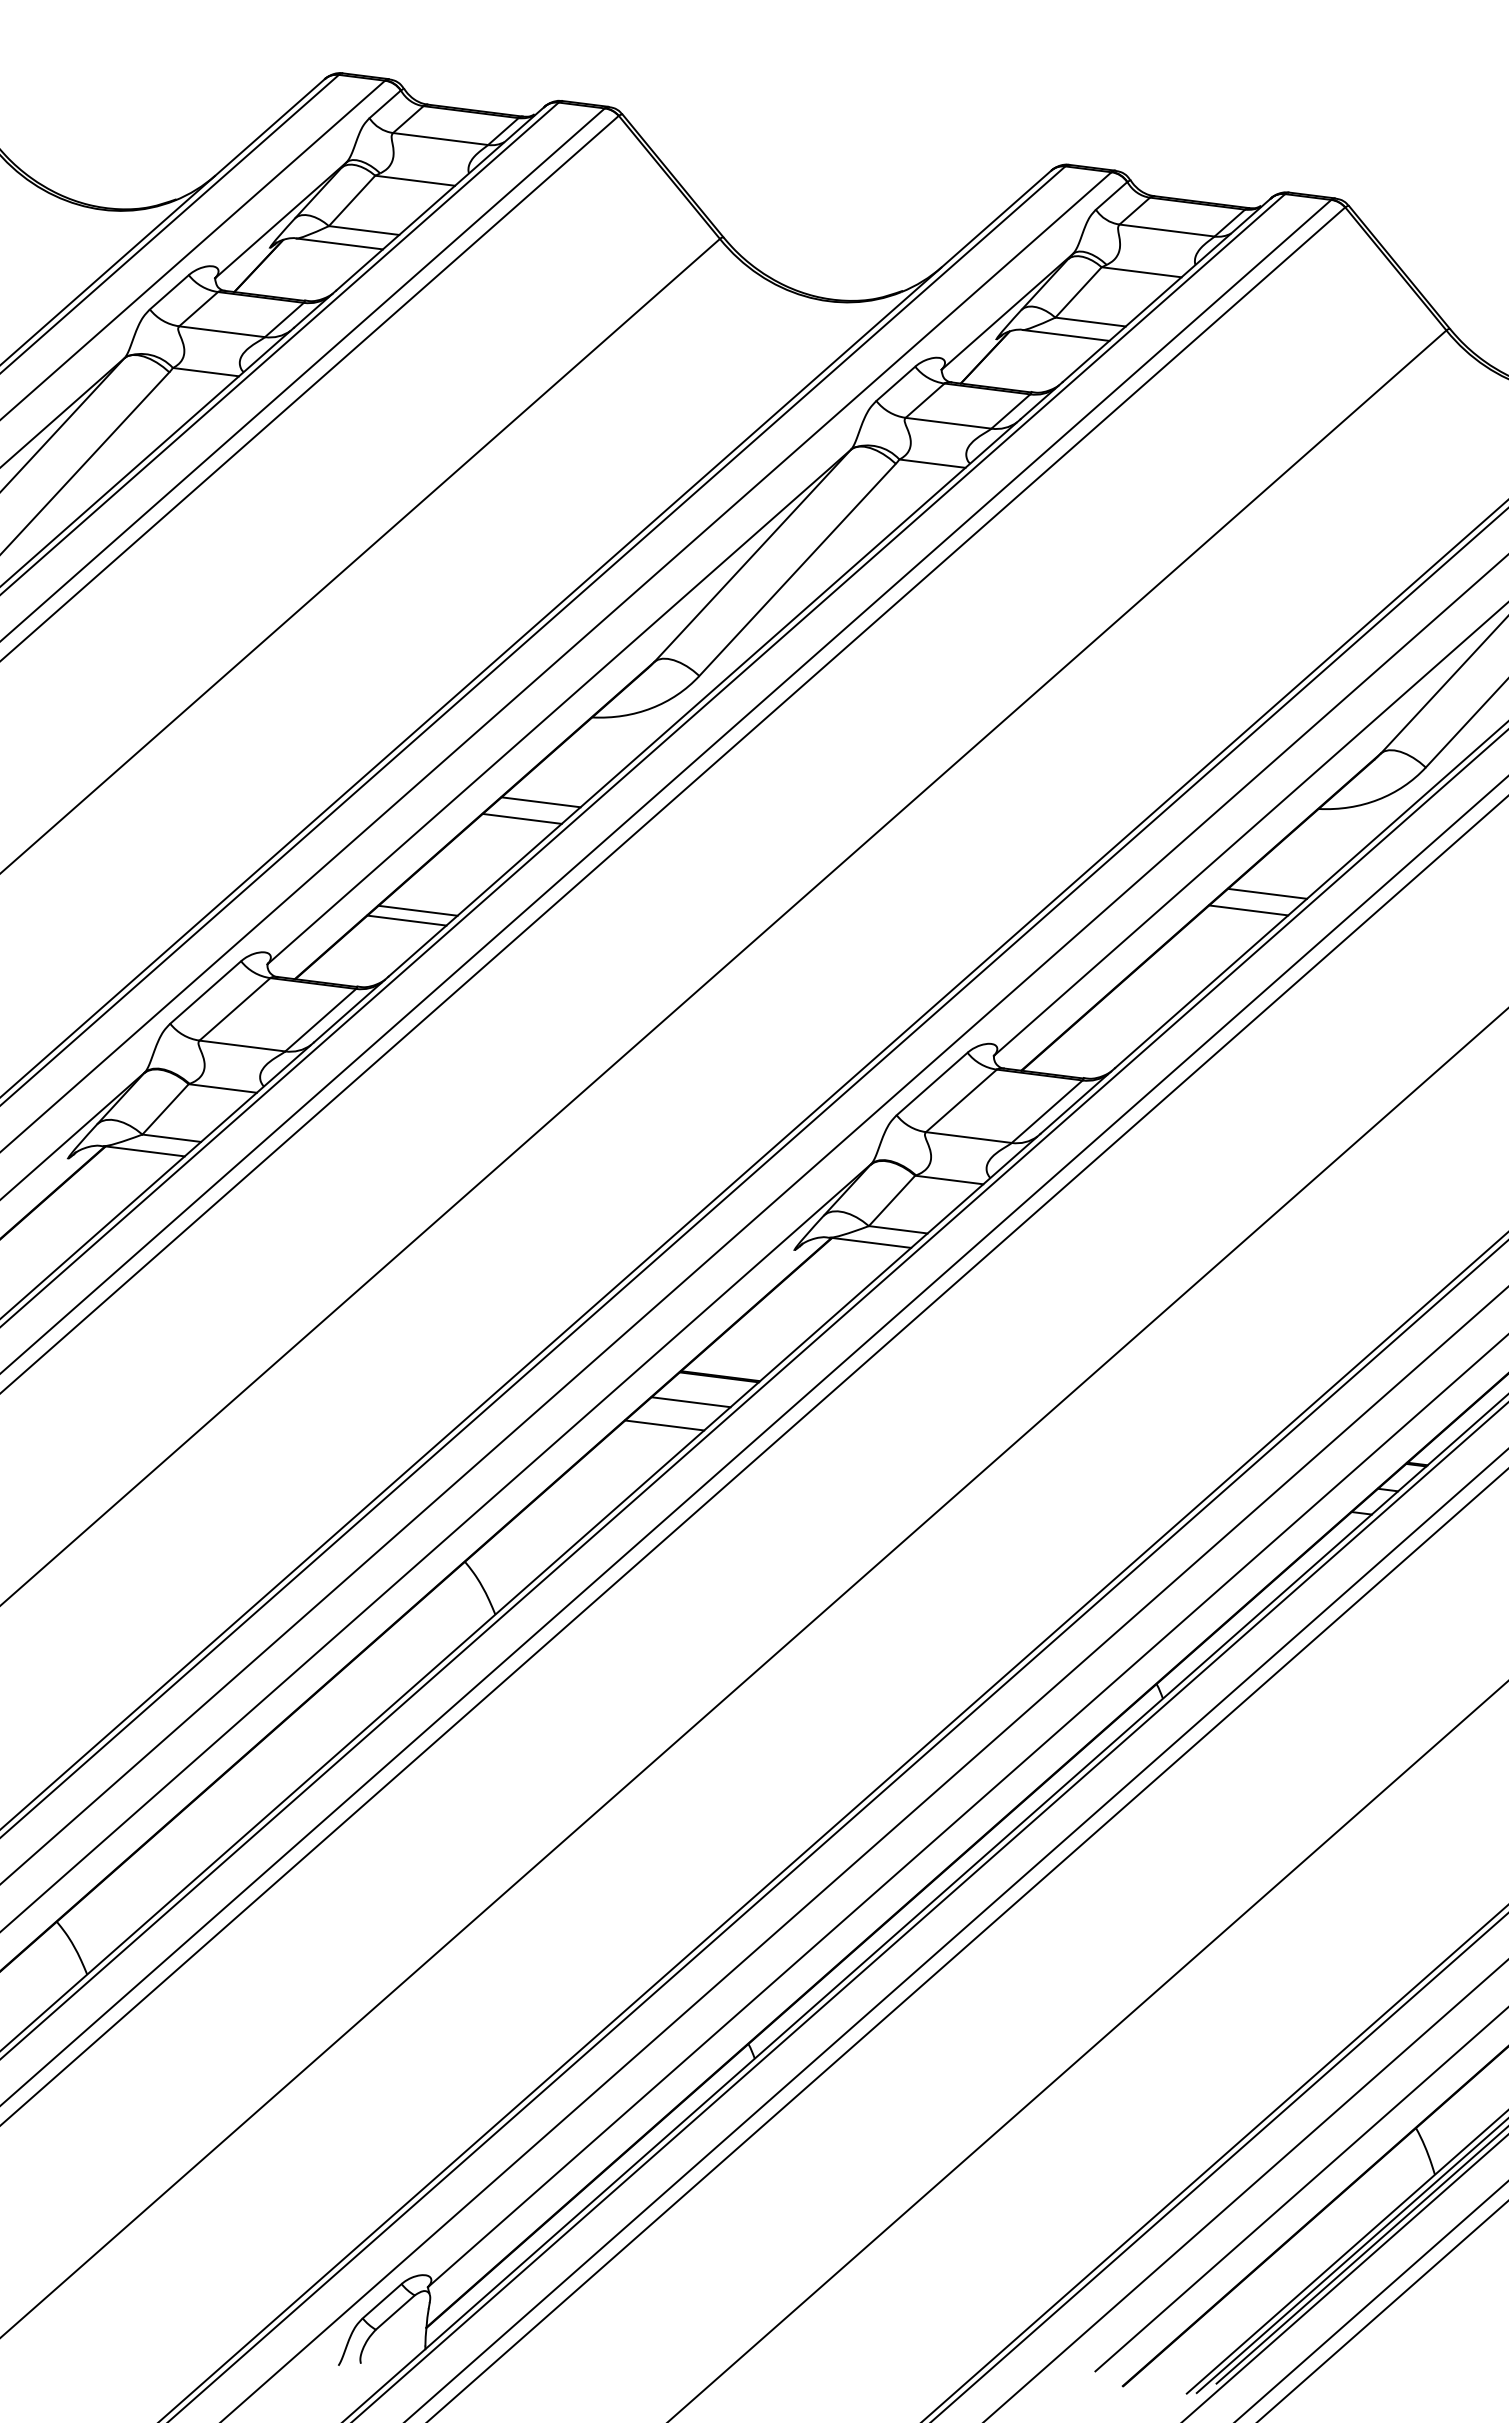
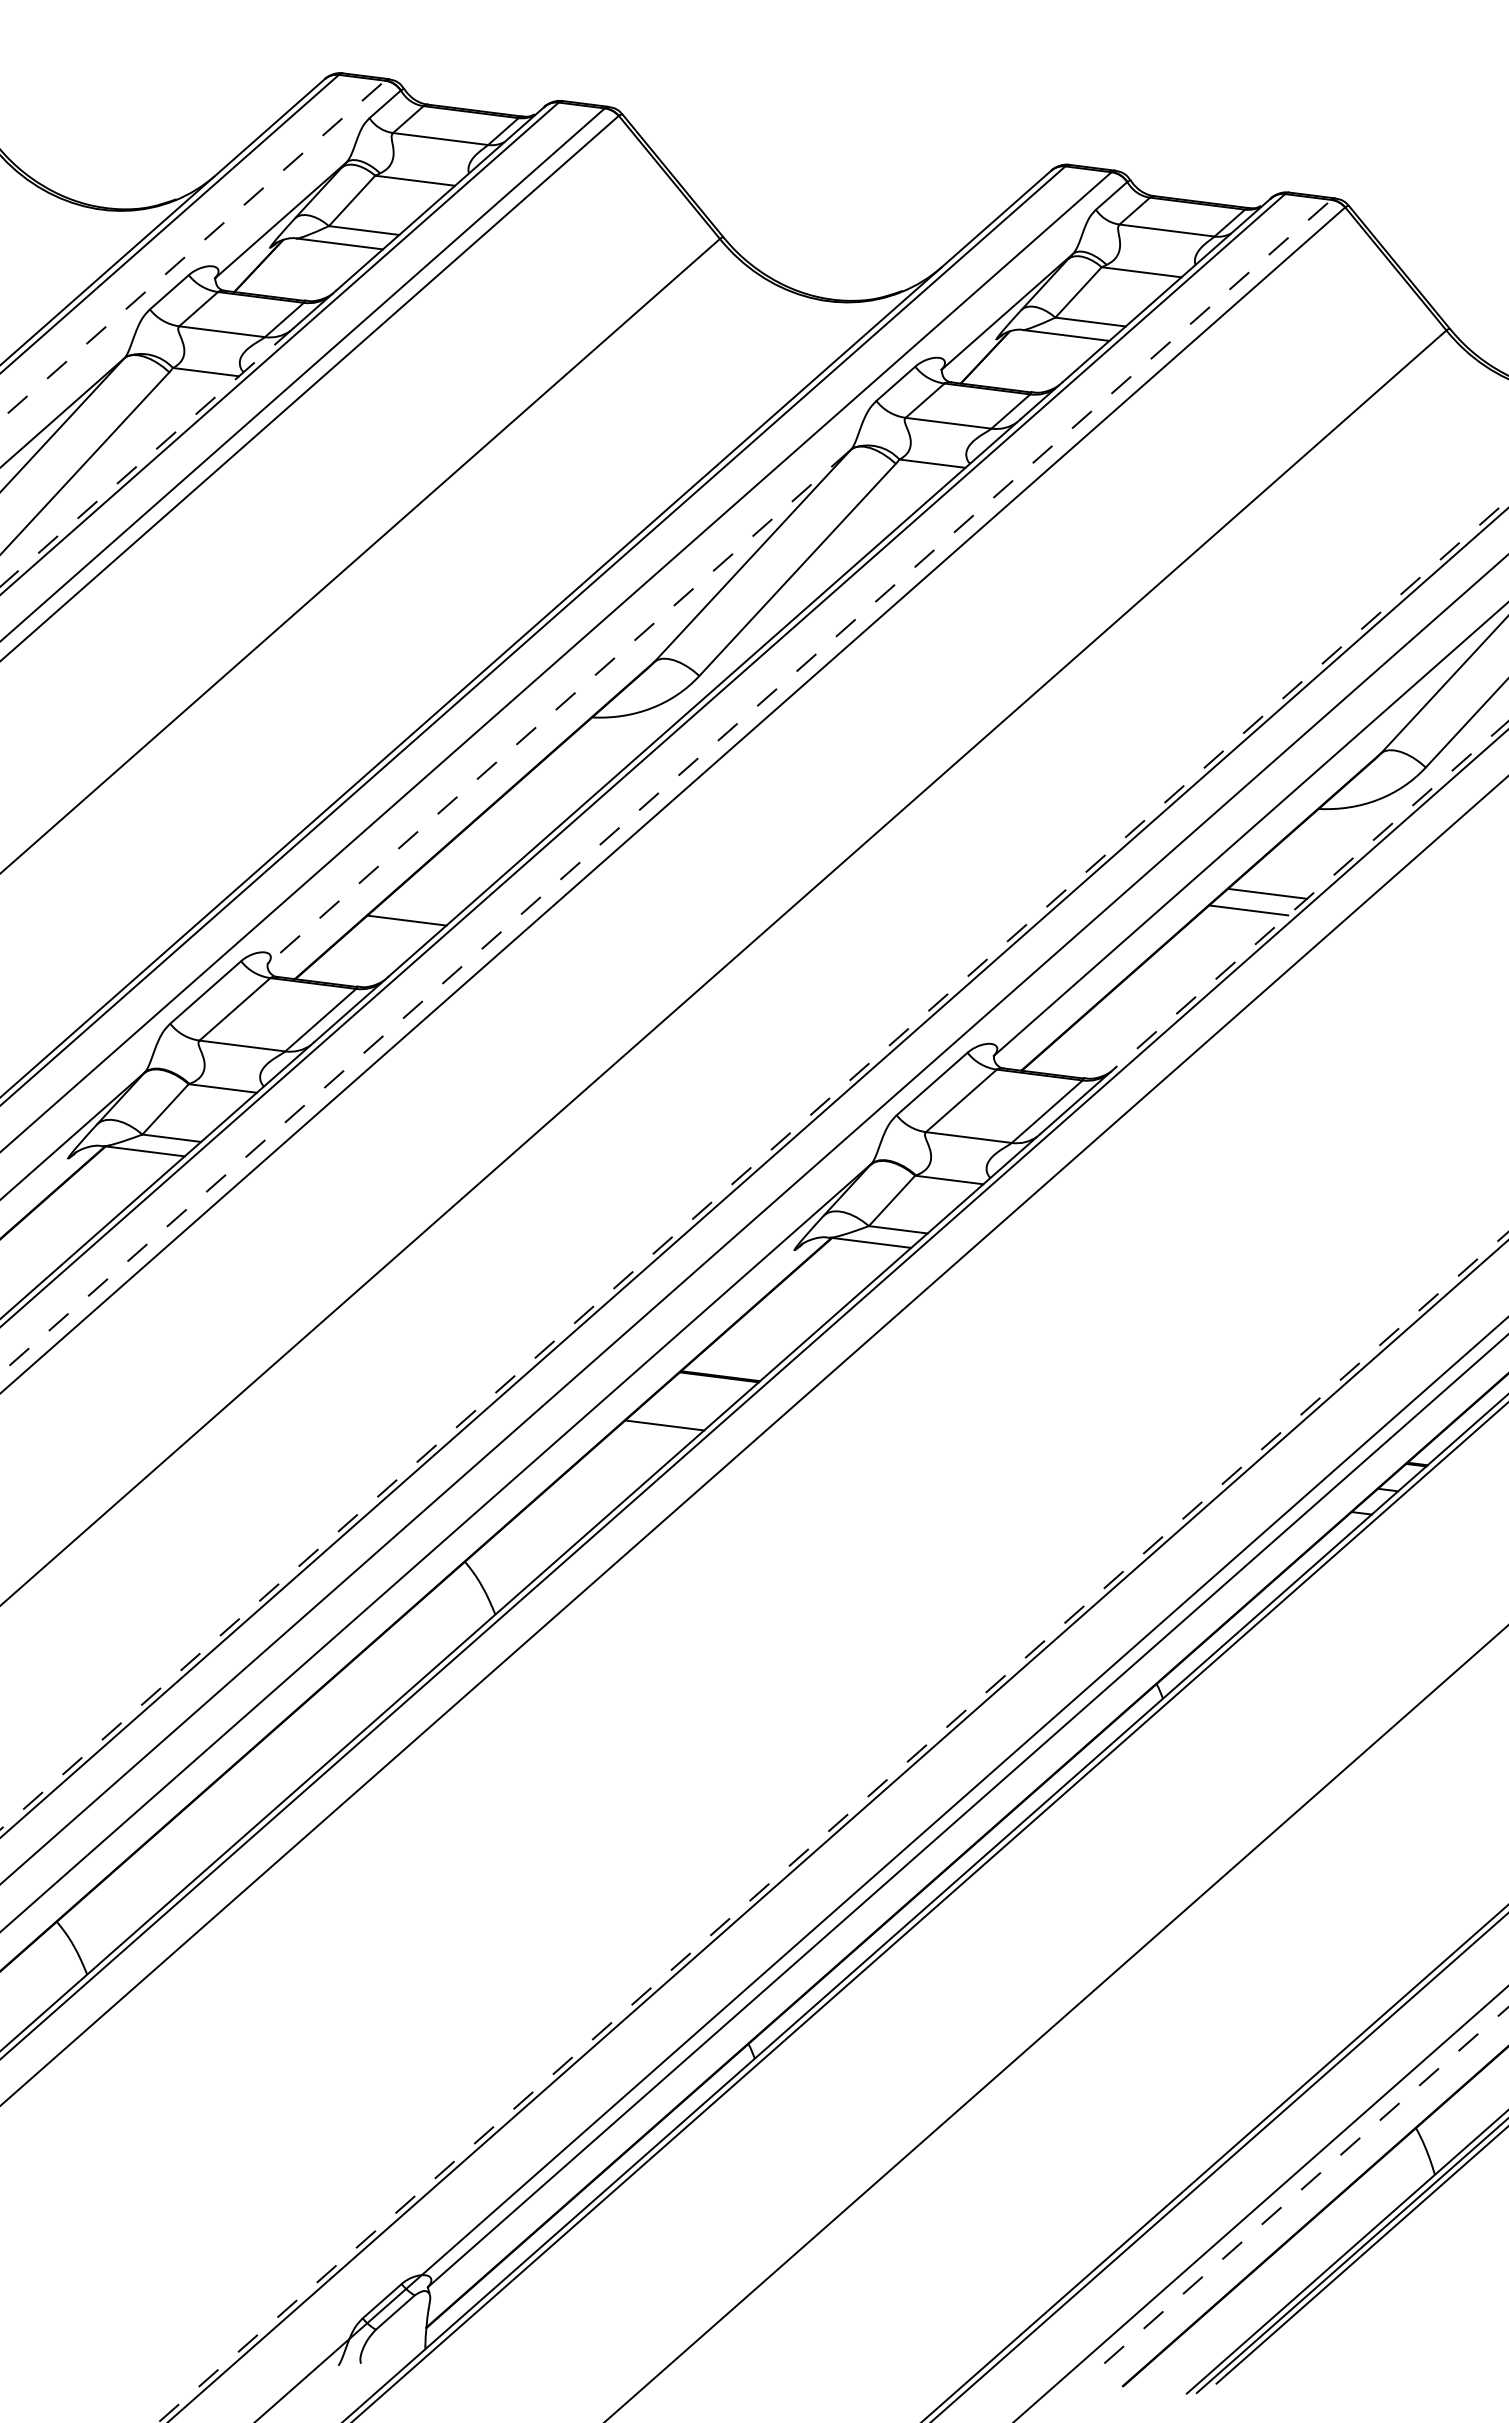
line at (193, 250): solid -> dashed
line at (147, 457): solid -> dashed
line at (558, 707): solid -> dashed
line at (666, 786): solid -> dashed
line at (540, 802): present -> none
line at (521, 818): present -> none
line at (1311, 894): solid -> dashed
line at (417, 910): present -> none
line at (754, 1164): solid -> dashed
line at (690, 1402): present -> none
line at (753, 1461): present -> none
line at (753, 1673): present -> none
line at (833, 1827): solid -> dashed
line at (864, 1854) position: (864, 1854) -> (881, 1869)
line at (956, 1935): present -> none
line at (967, 1945): present -> none
line at (1087, 2051) position: (1087, 2051) -> (1056, 2023)
line at (1301, 2189): solid -> dashed
line at (1245, 2190) position: (1245, 2190) -> (1260, 2203)
line at (1345, 2277): present -> none
line at (1371, 2301): present -> none
line at (1382, 2311): present -> none
